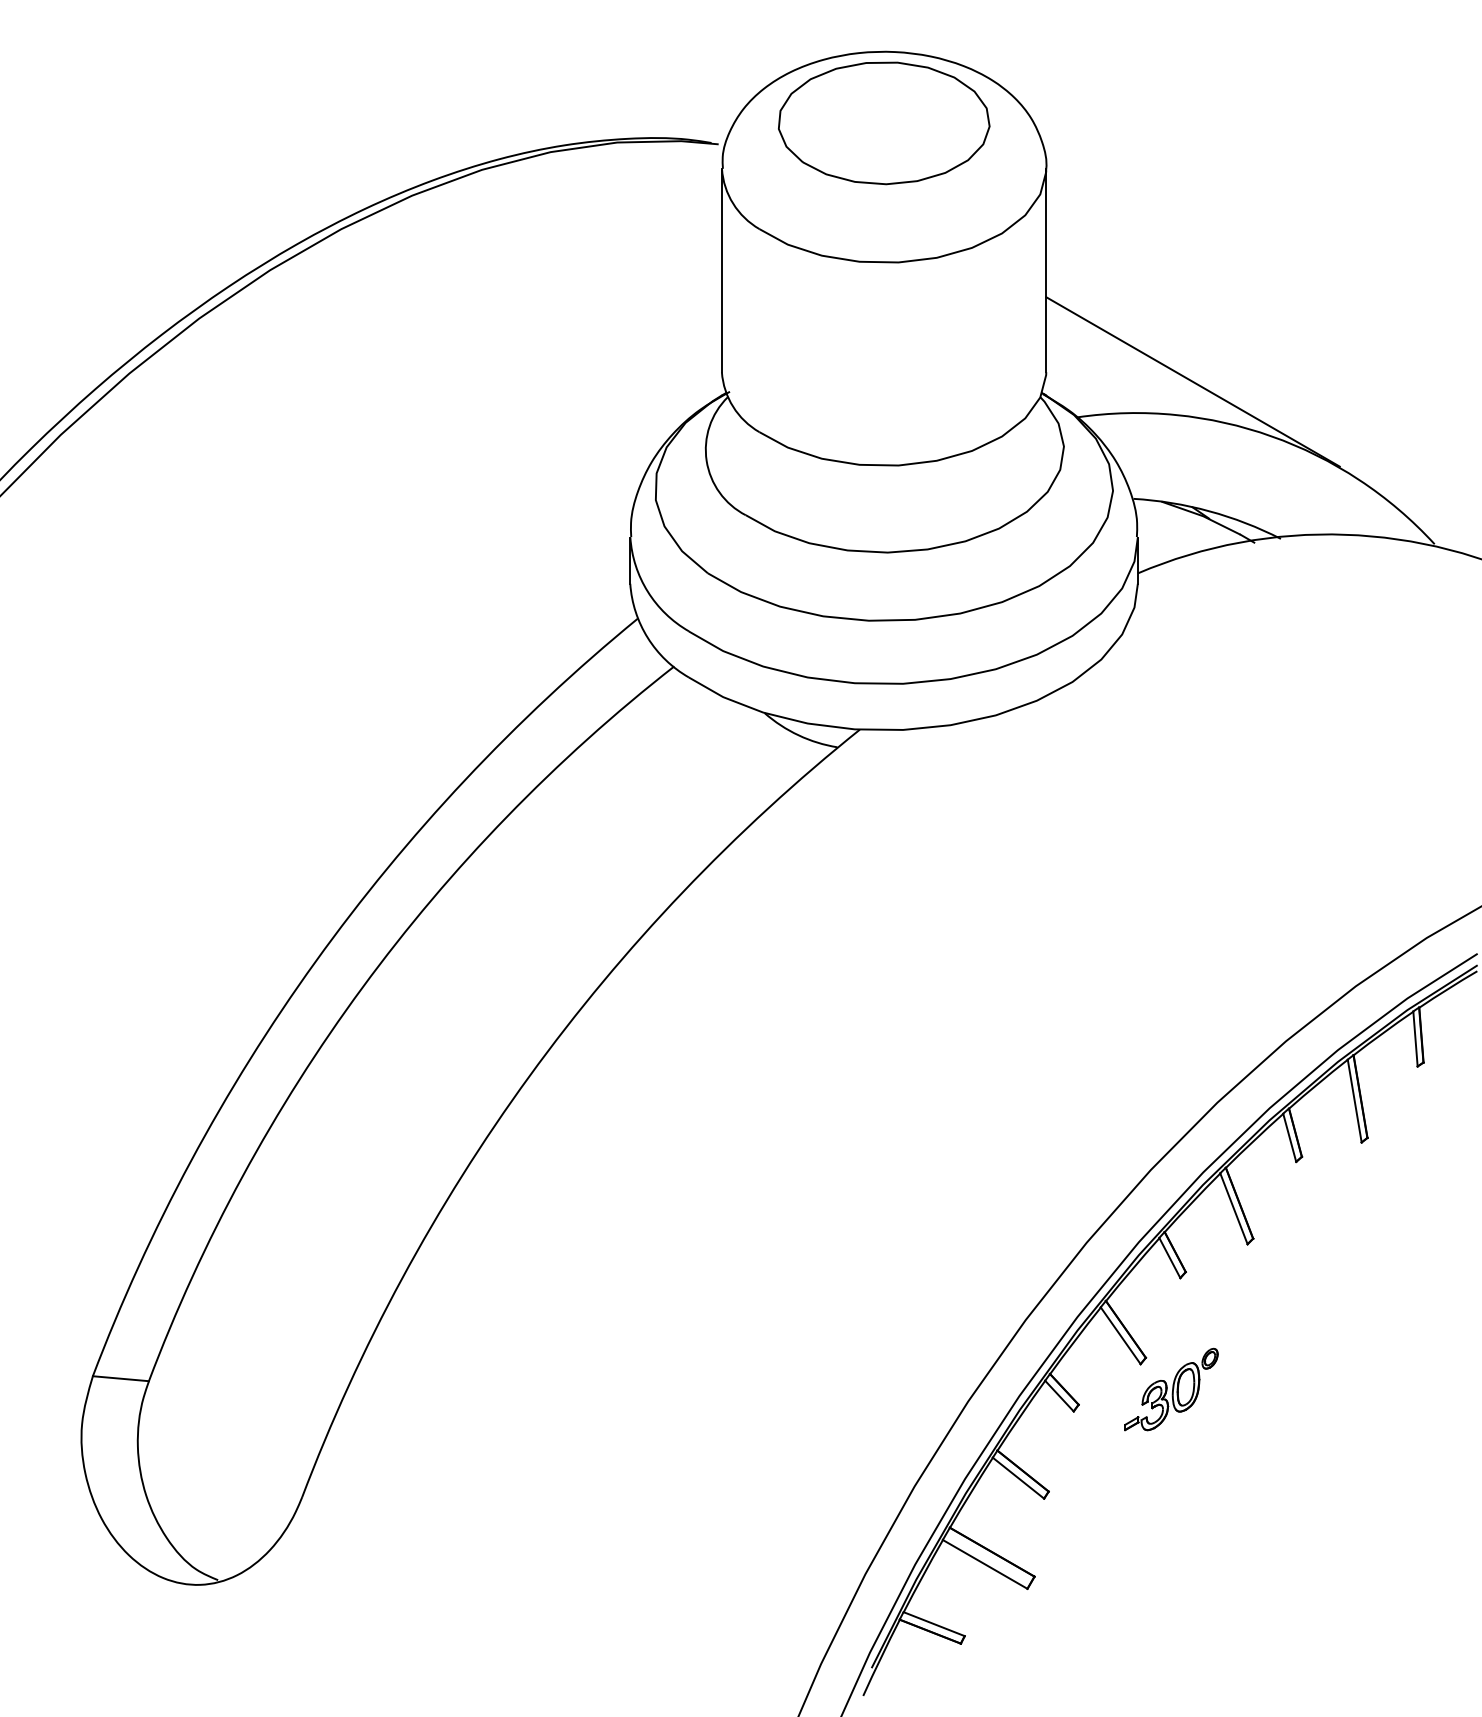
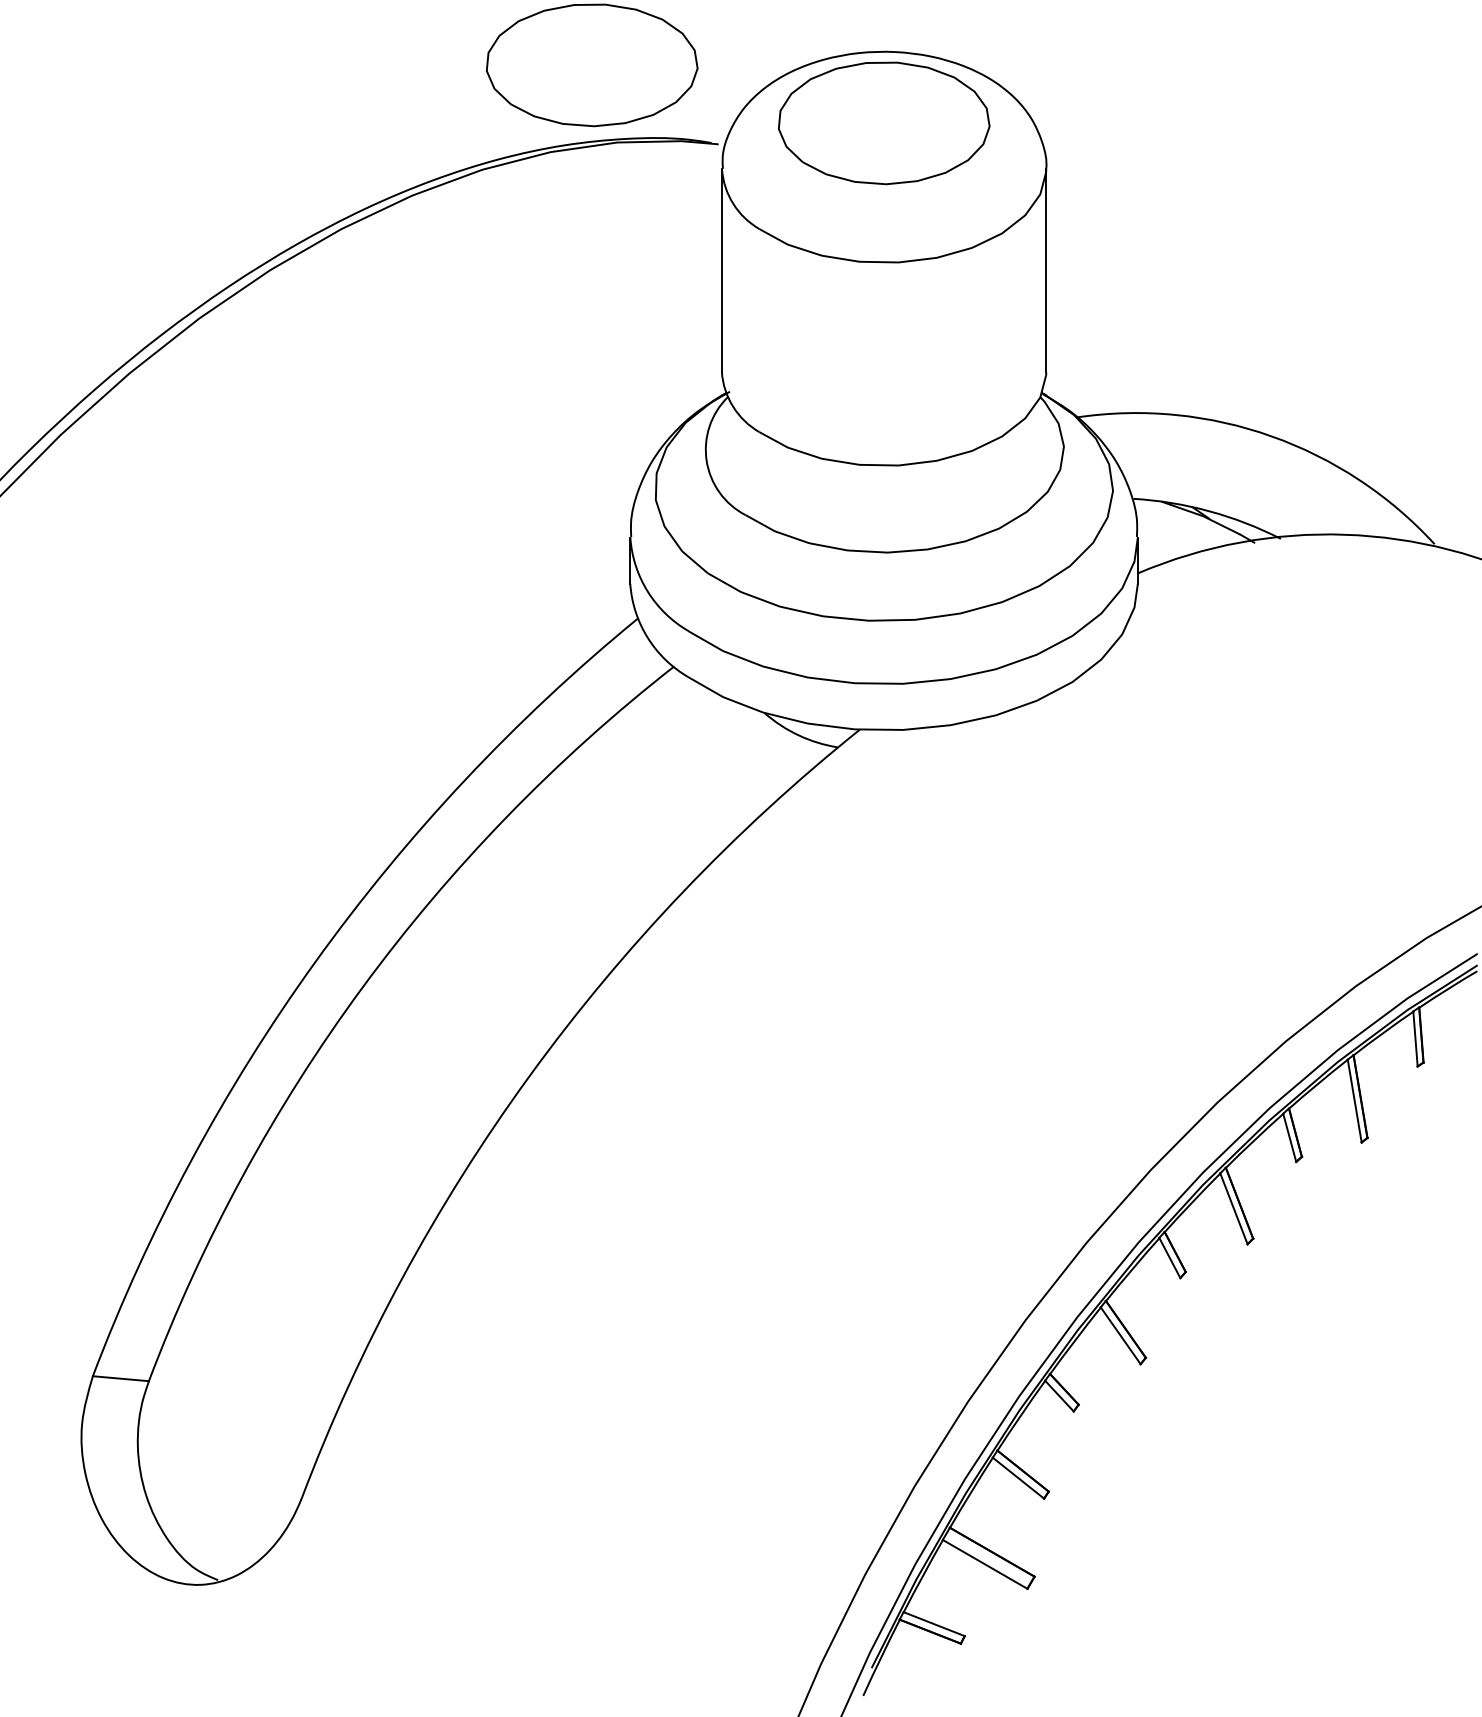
part at (592, 65): none -> present
line at (1192, 381): present -> none
part at (1171, 1389): present -> none
